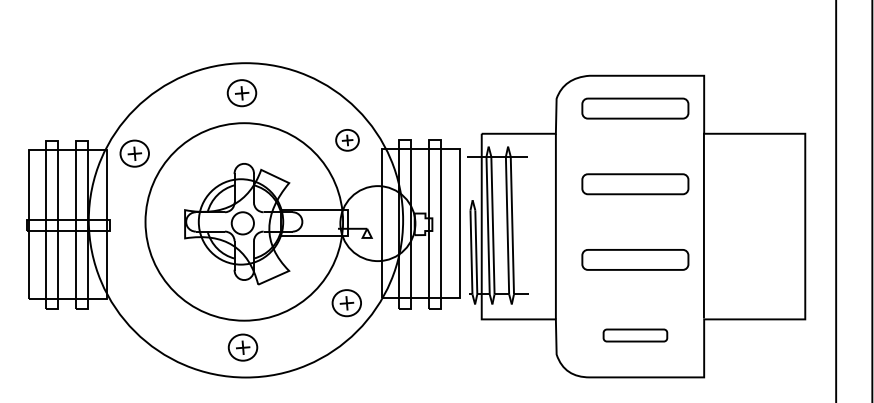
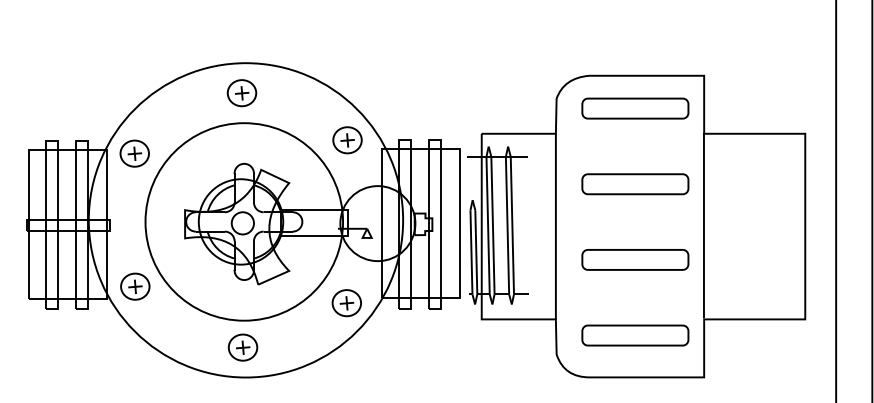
part at (347, 140) size: 25x23 px -> 31x29 px
part at (135, 286): none -> present
part at (635, 335) size: 67x15 px -> 109x23 px
